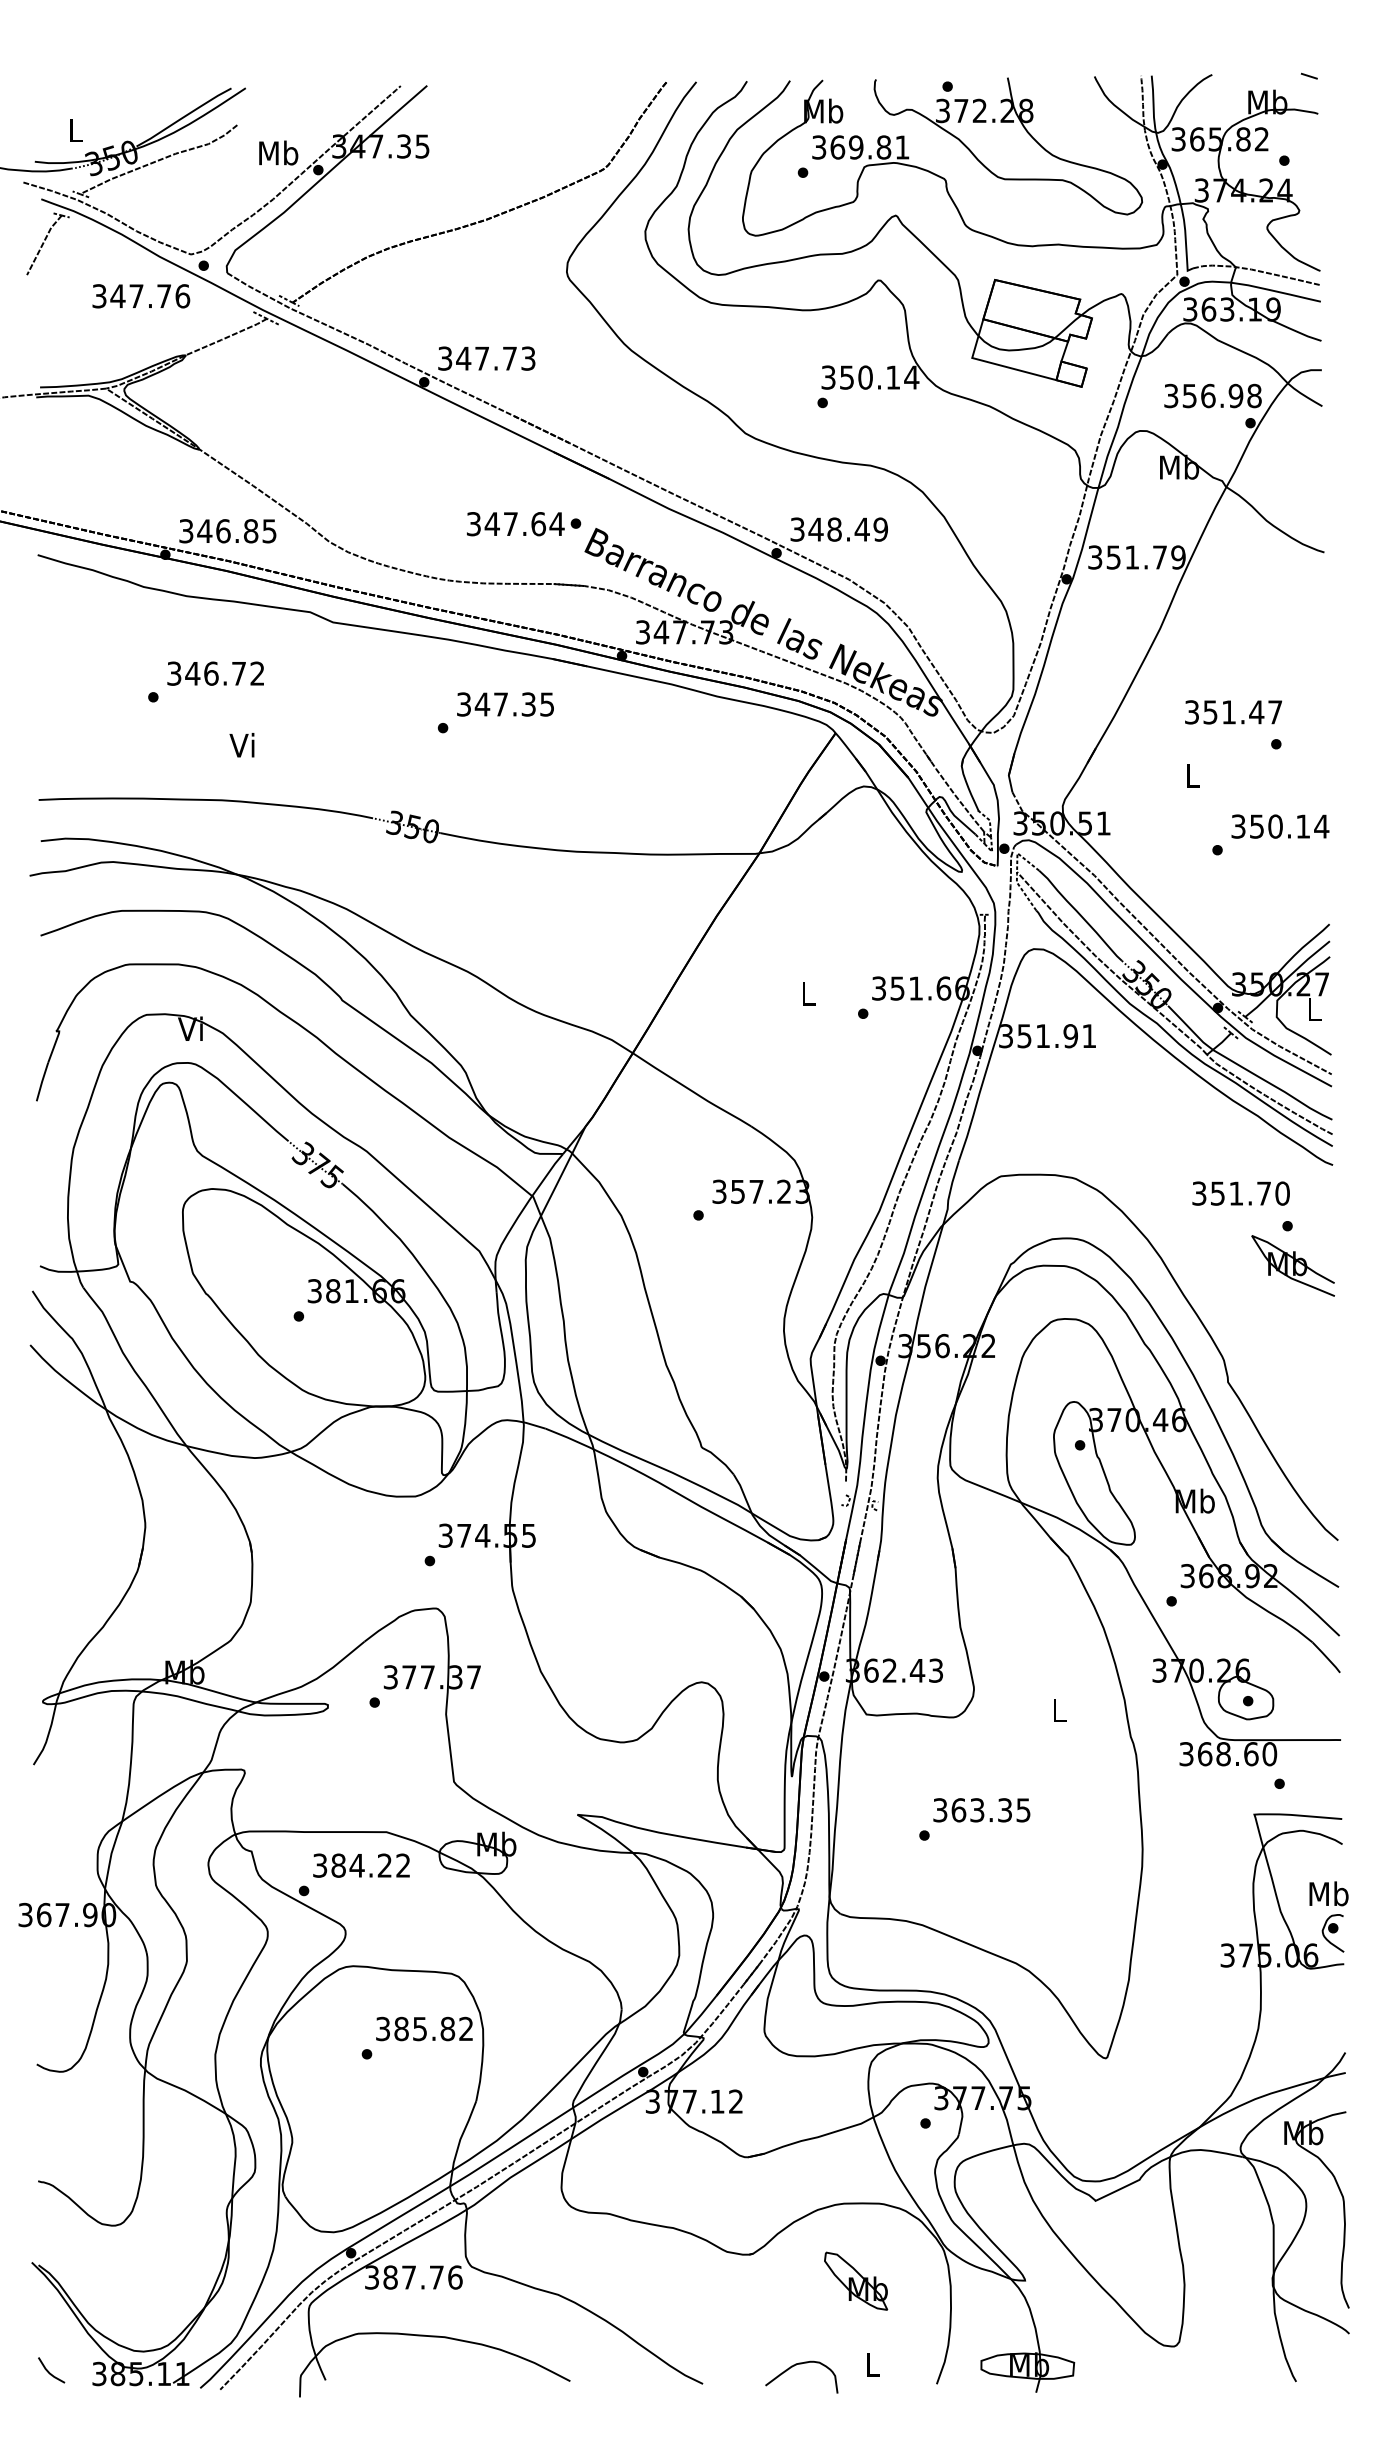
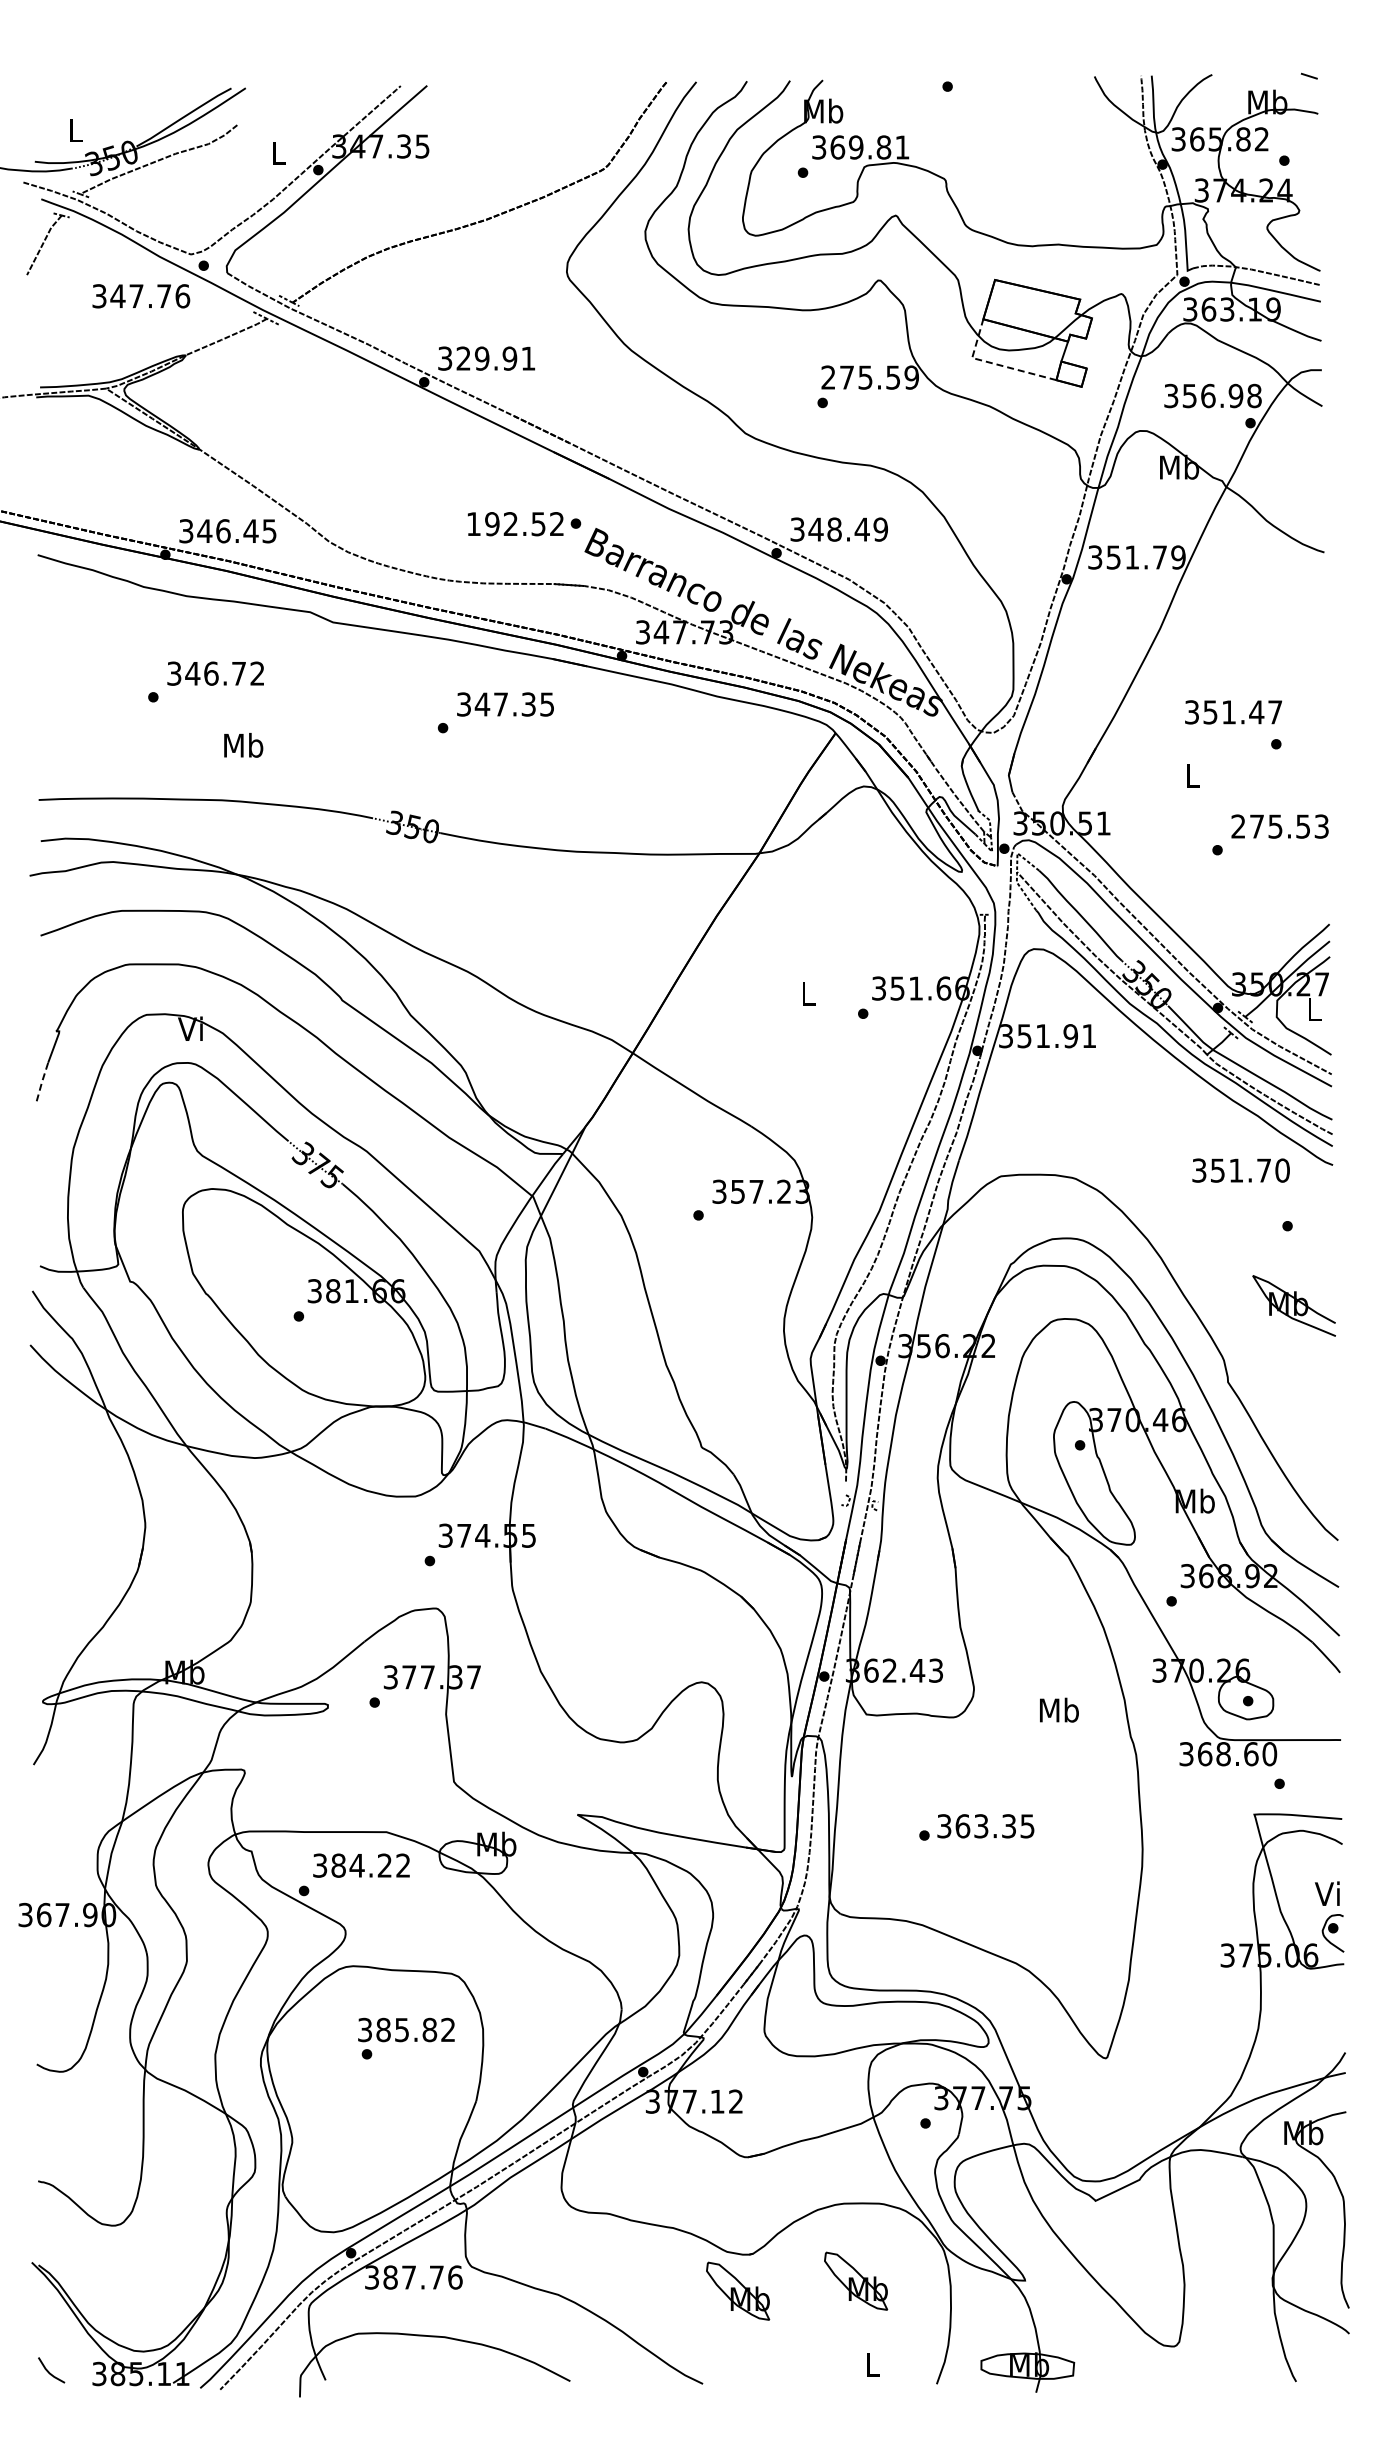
part at (1026, 132): present -> none
text at (278, 152): Mb -> L
text at (495, 358): 347.73 -> 329.91
line at (994, 363): solid -> dashed
text at (870, 377): 350.14 -> 275.59
text at (515, 524): 347.64 -> 192.52
text at (250, 531): 346.85 -> 346.45
text at (243, 744): Vi -> Mb
text at (1280, 826): 350.14 -> 275.53
line at (42, 1081): solid -> dashed
text at (1240, 1193) position: (1240, 1193) -> (1240, 1170)
part at (1292, 1265) position: (1292, 1265) -> (1293, 1305)
text at (1059, 1709): L -> Mb
text at (981, 1810) position: (981, 1810) -> (985, 1826)
text at (1328, 1893): Mb -> Vi
text at (424, 2028) position: (424, 2028) -> (406, 2029)
part at (738, 2290): none -> present
curve at (801, 2364): present -> none
